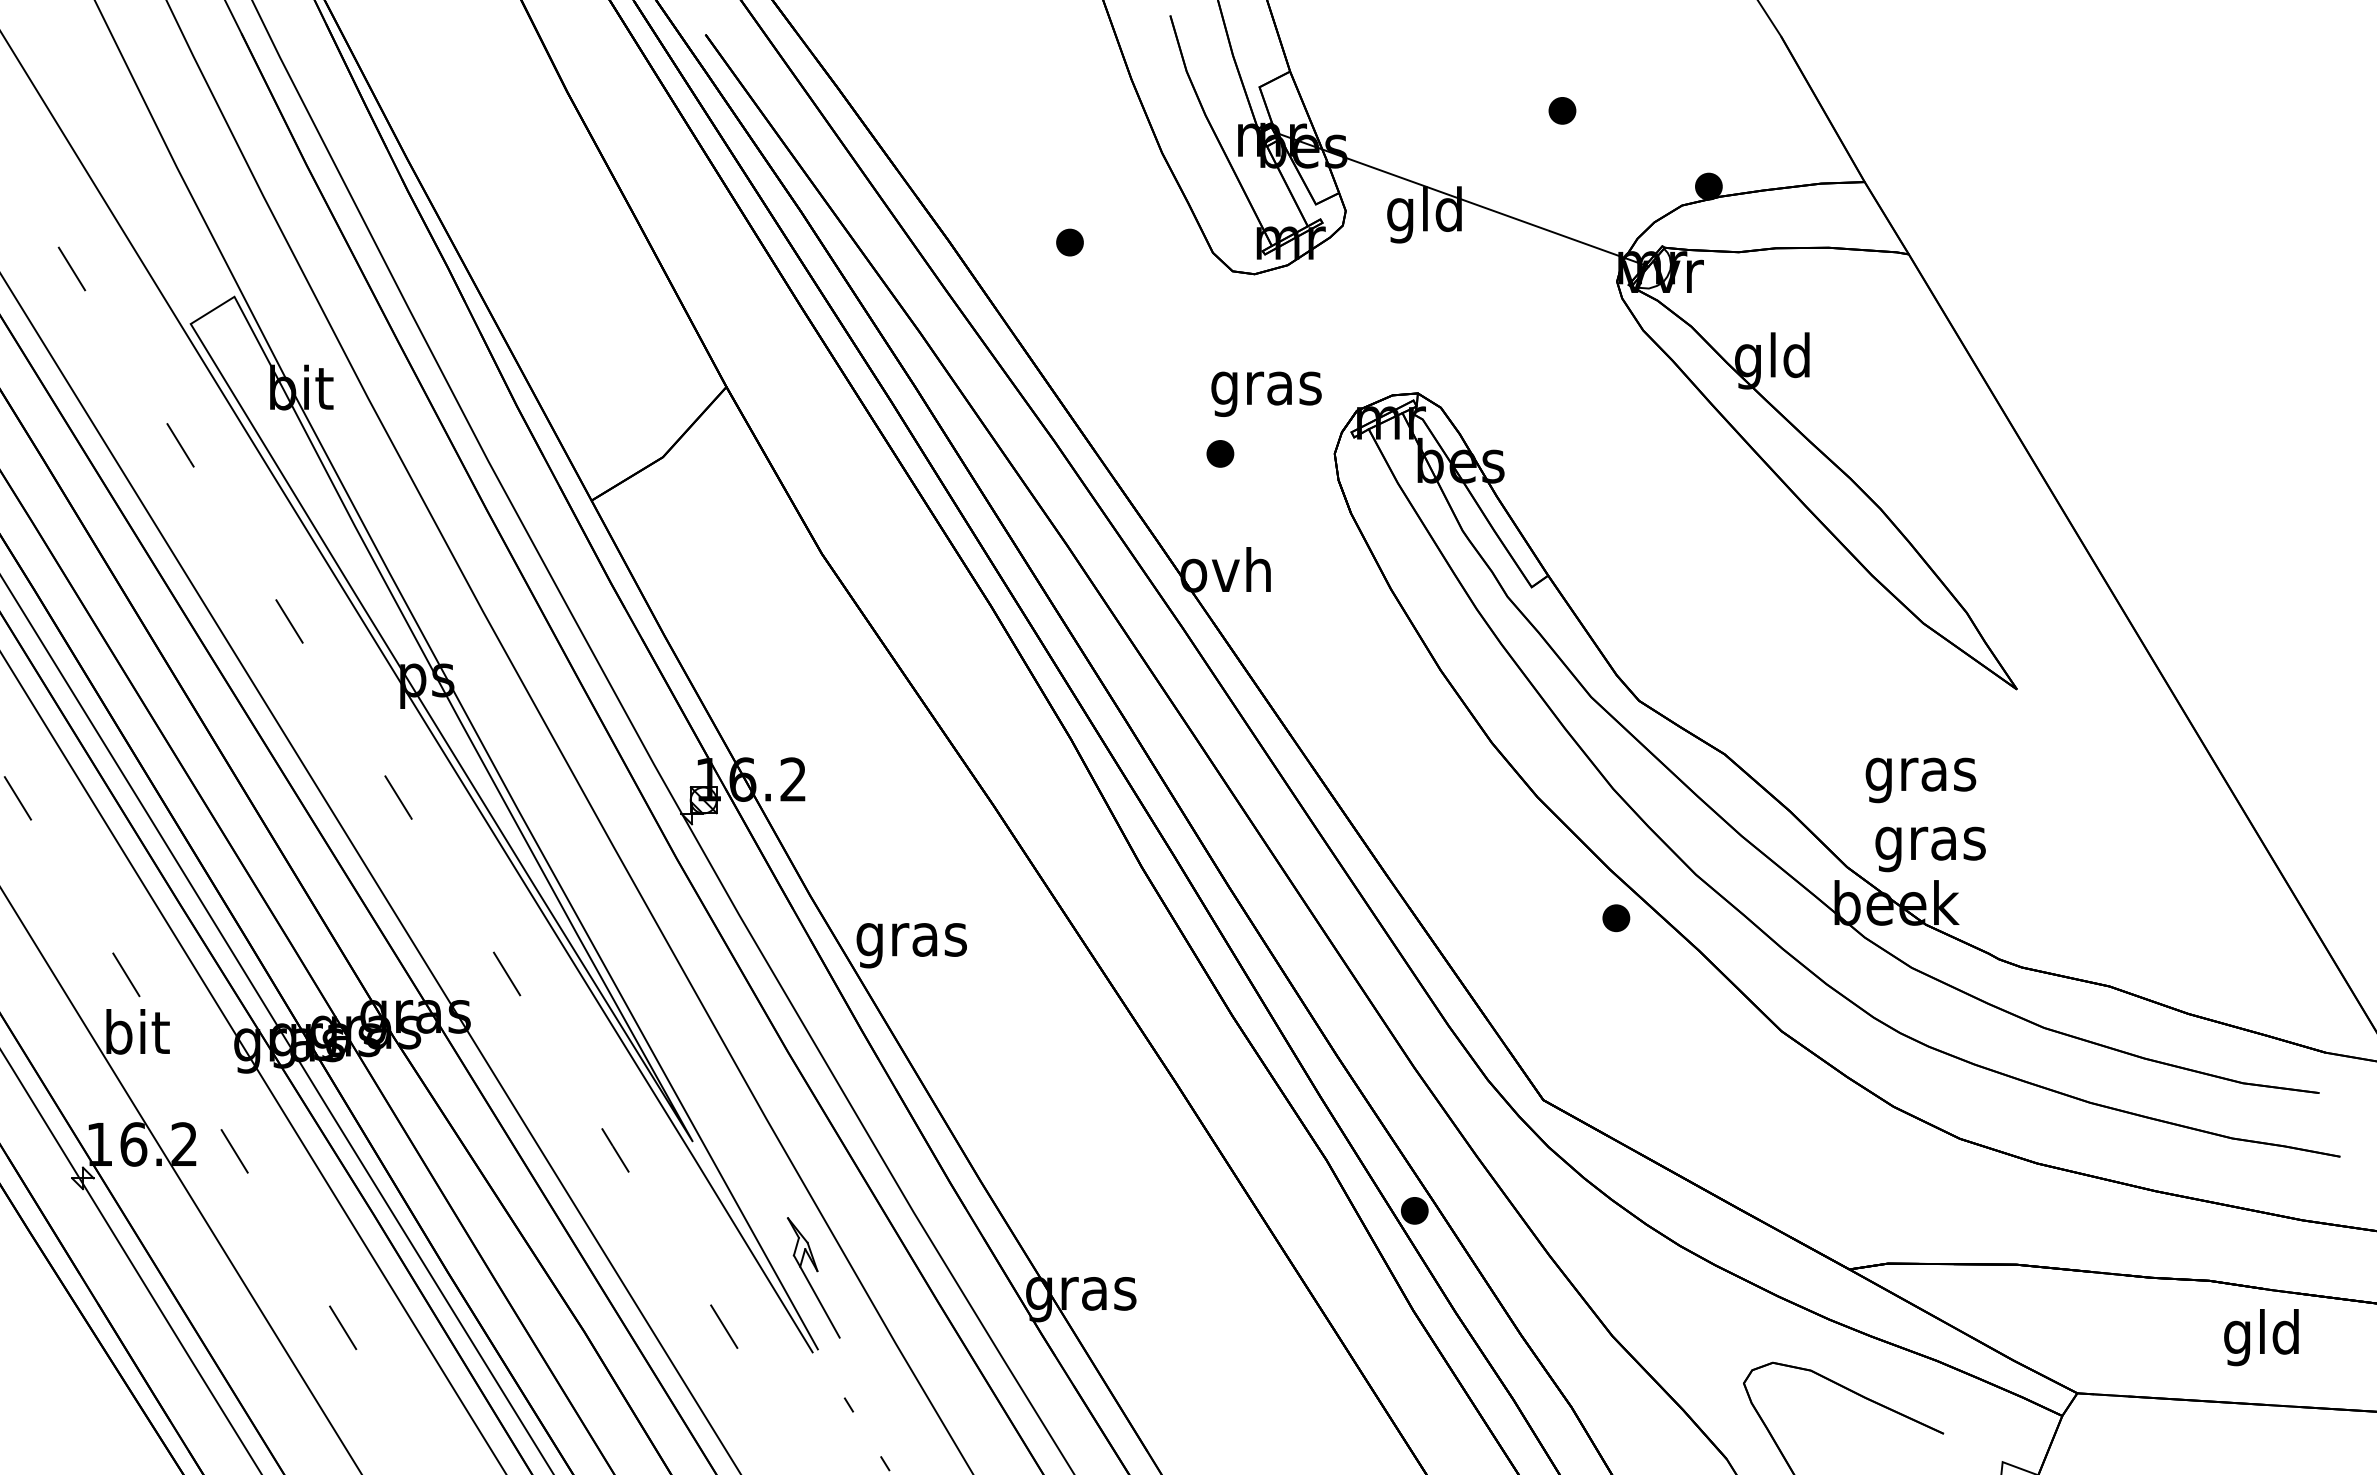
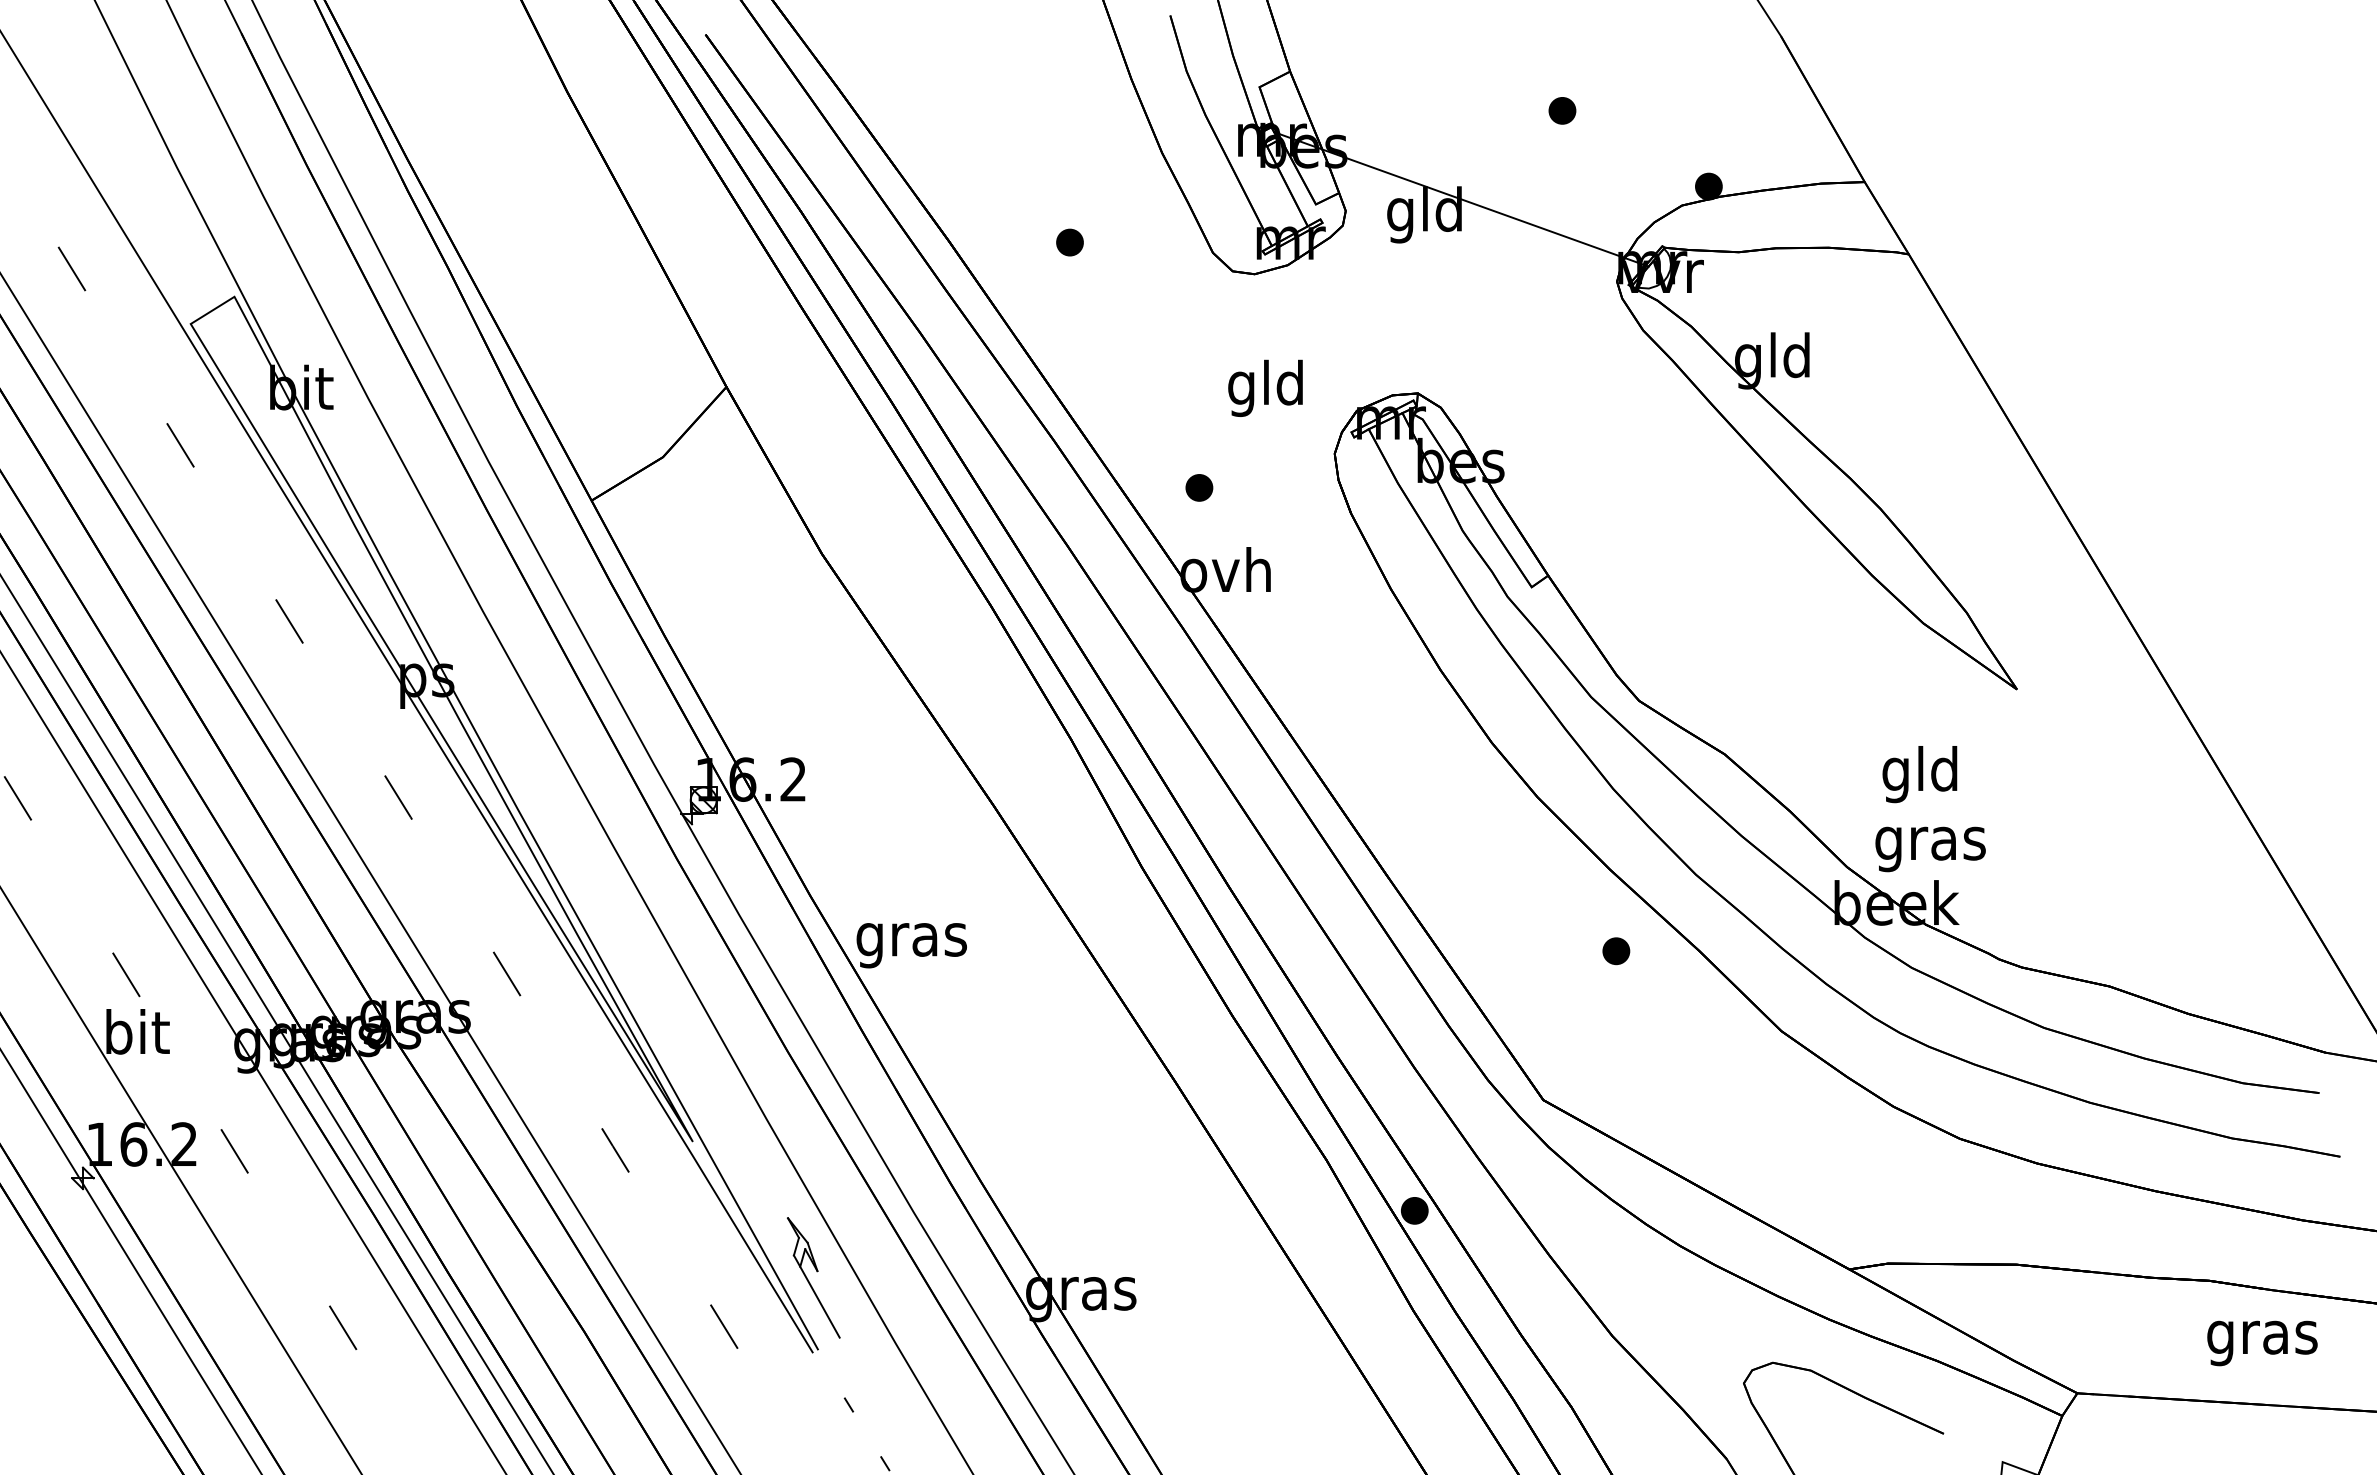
text at (1266, 387): gras -> gld
part at (1220, 453) position: (1220, 453) -> (1199, 487)
text at (1920, 774): gras -> gld
part at (1616, 918) position: (1616, 918) -> (1616, 951)
text at (2262, 1337): gld -> gras
